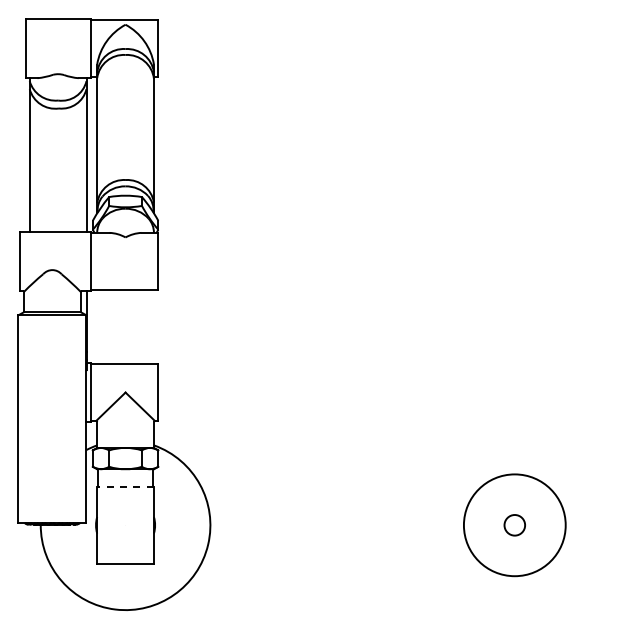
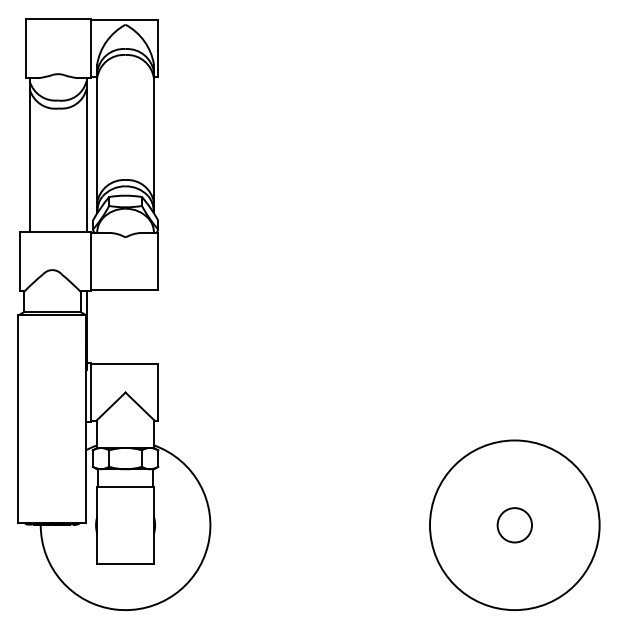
line at (125, 487): dashed -> solid
circle at (514, 524) diameter: 21 px -> 34 px
circle at (514, 525) diameter: 102 px -> 170 px
